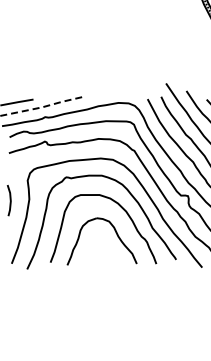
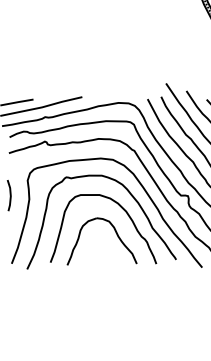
line at (42, 107): dashed -> solid
line at (9, 200) position: (9, 200) -> (9, 195)
